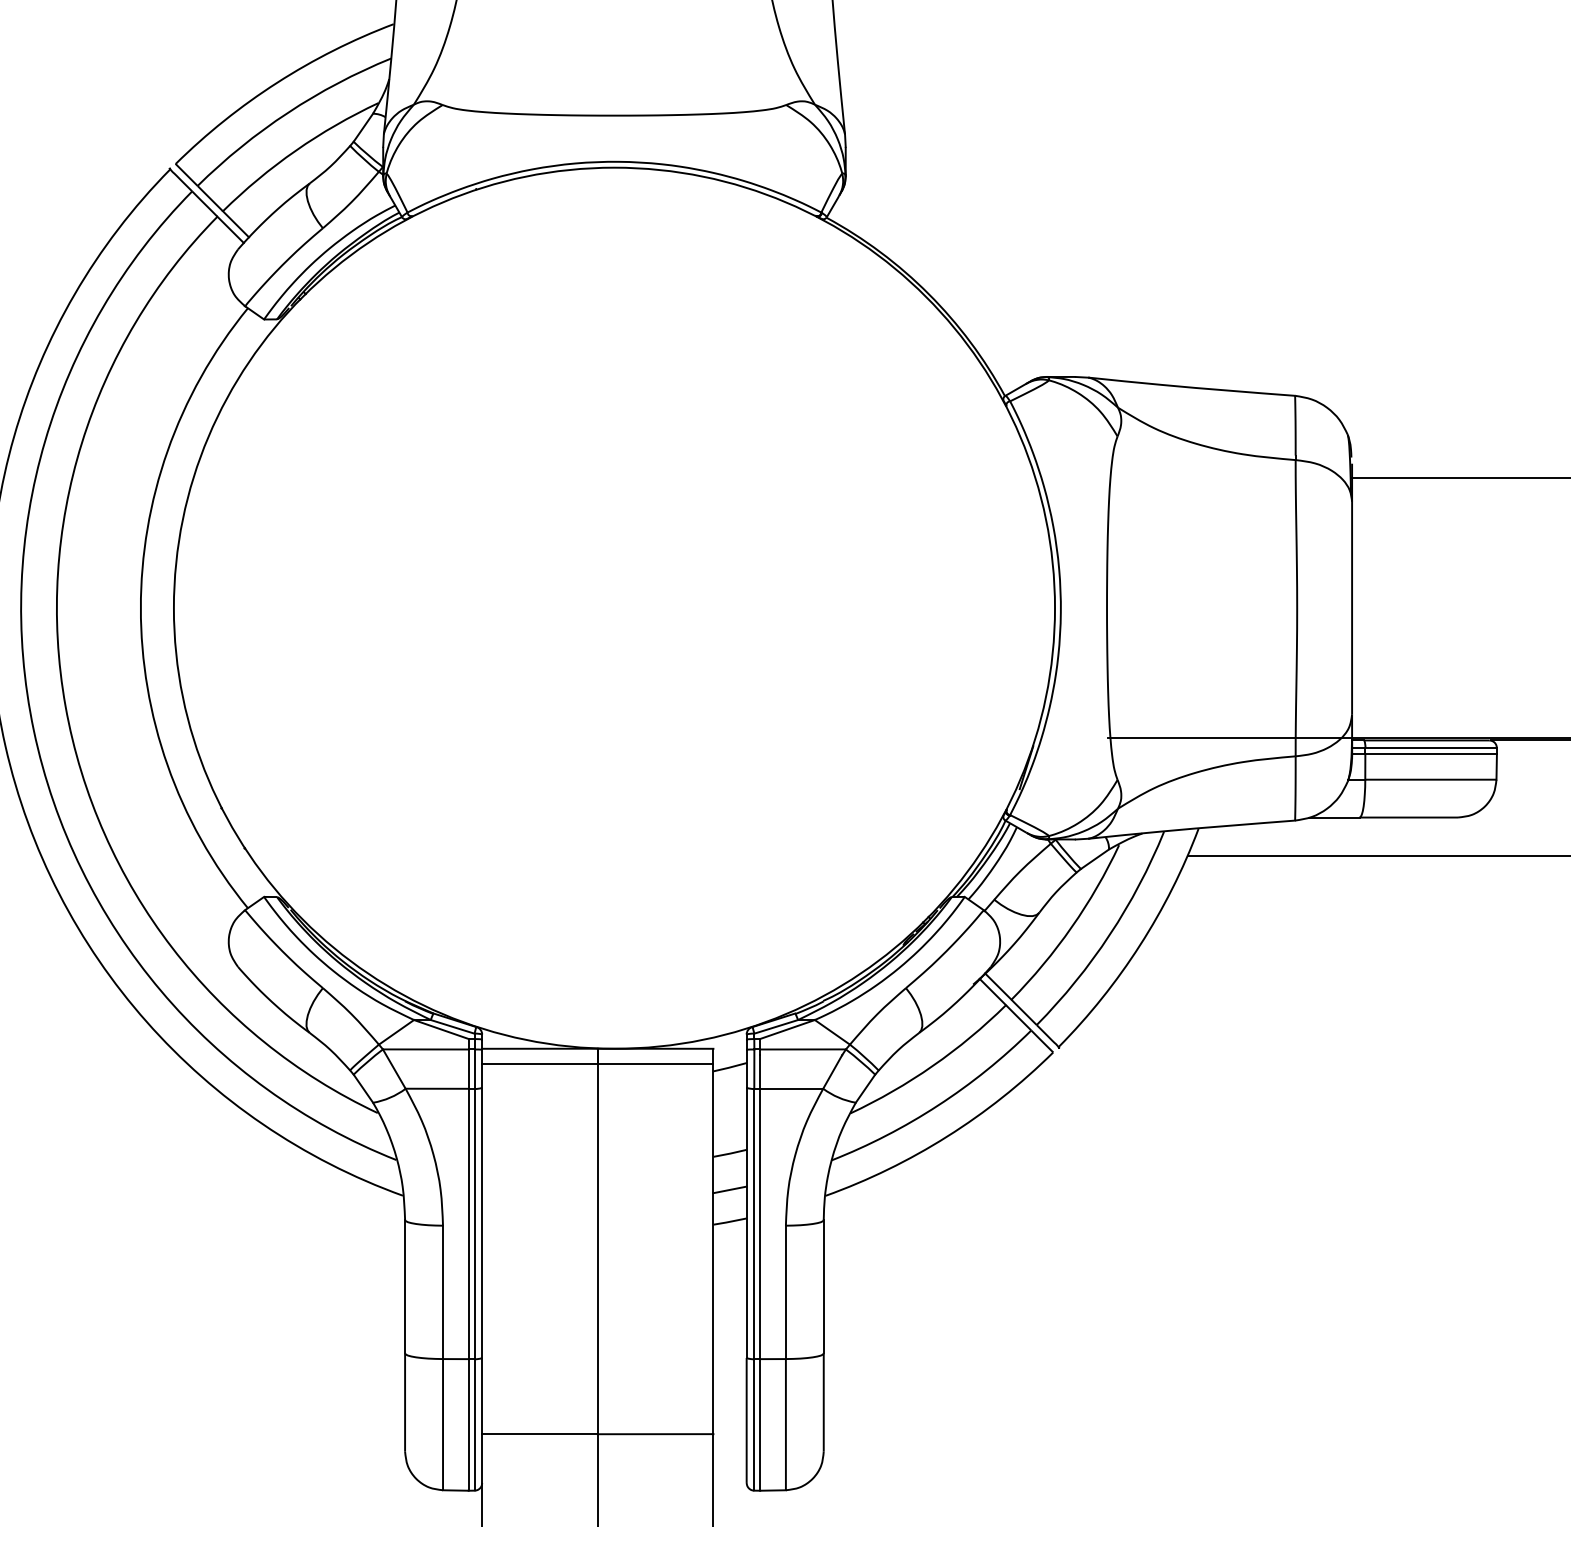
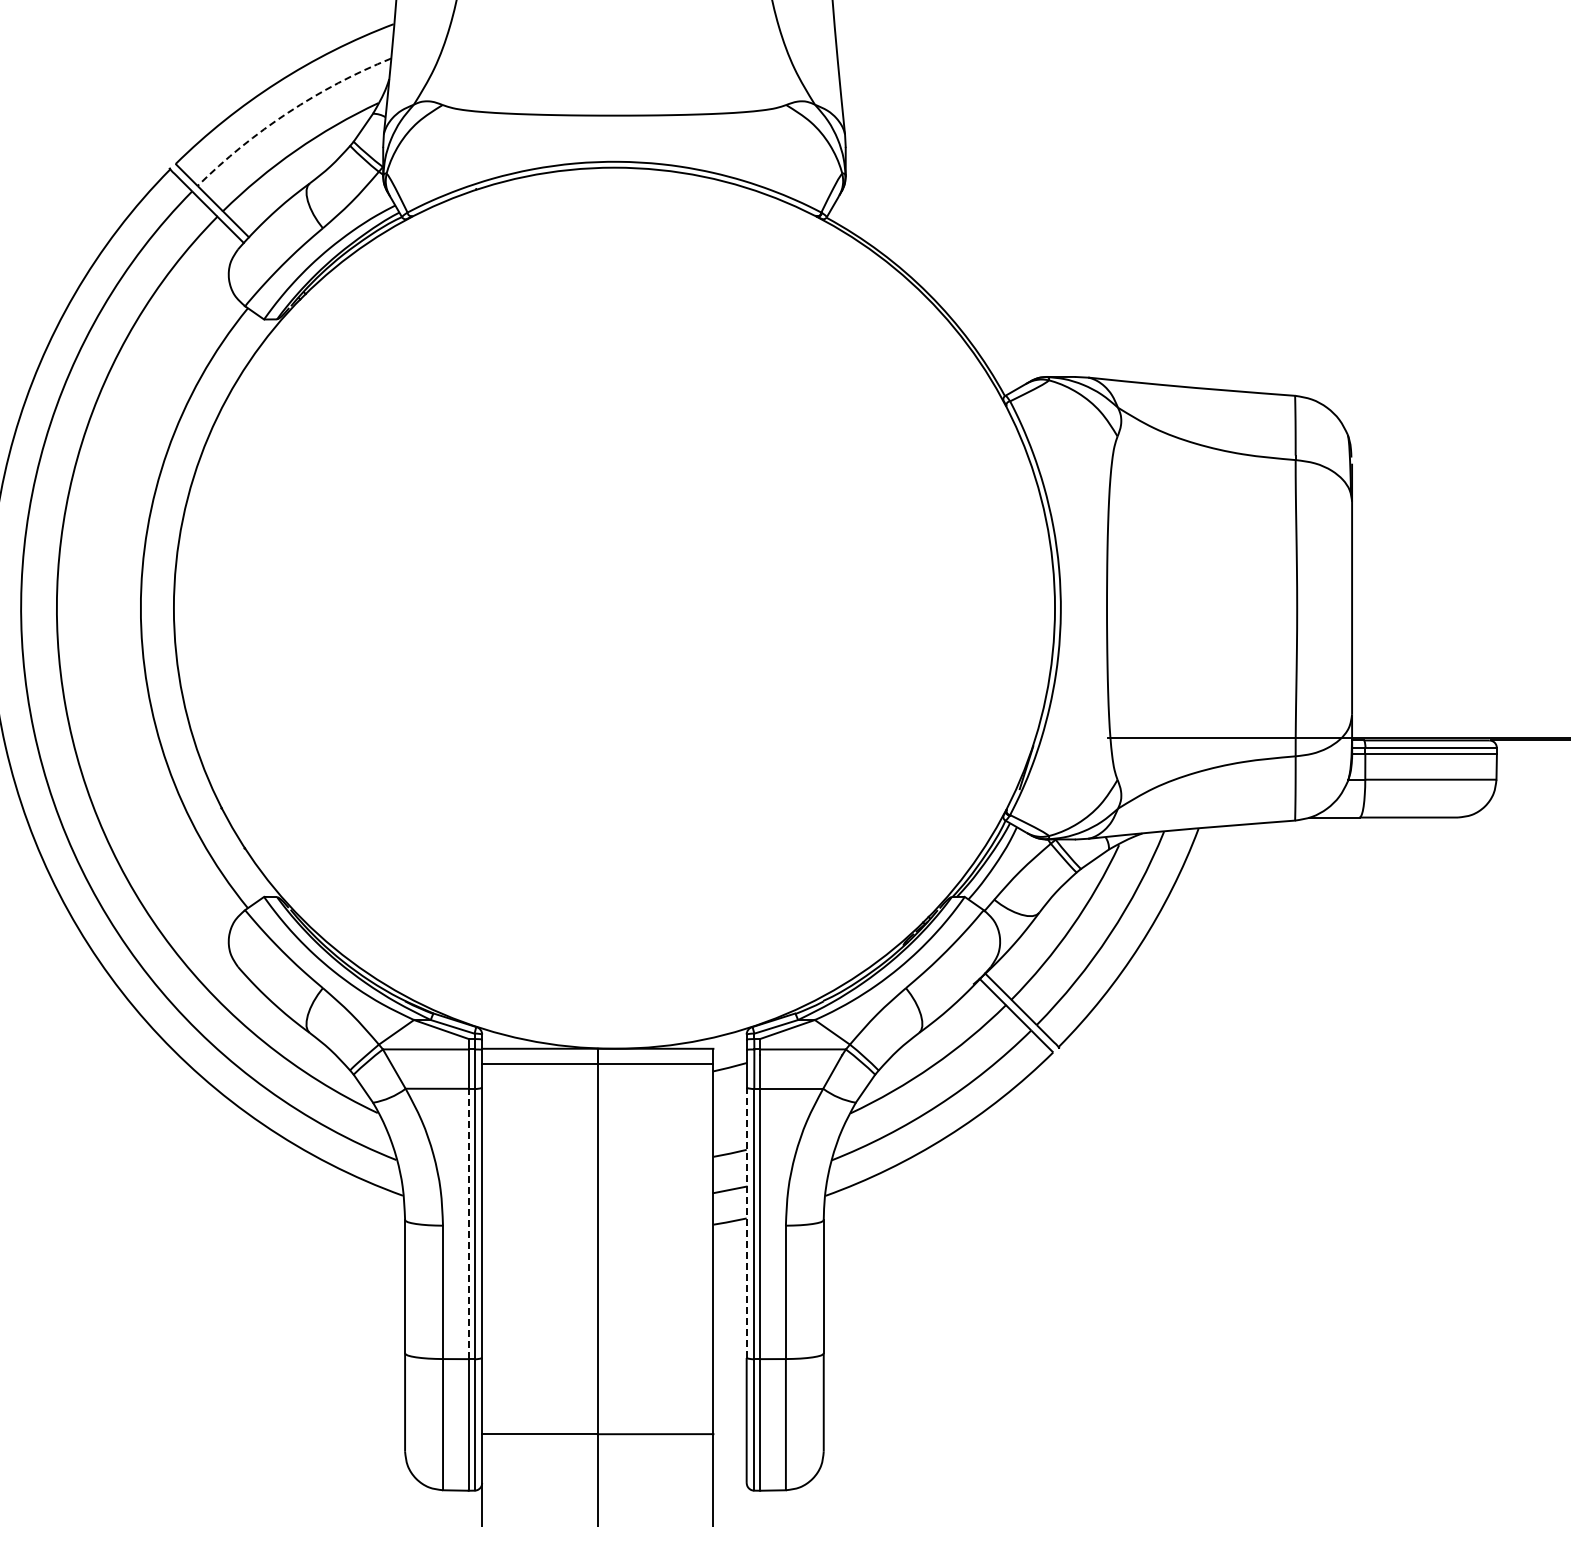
arc at (288, 112): solid -> dashed
line at (1459, 478): present -> none
line at (1377, 856): present -> none
line at (746, 1222): solid -> dashed
line at (468, 1223): solid -> dashed
